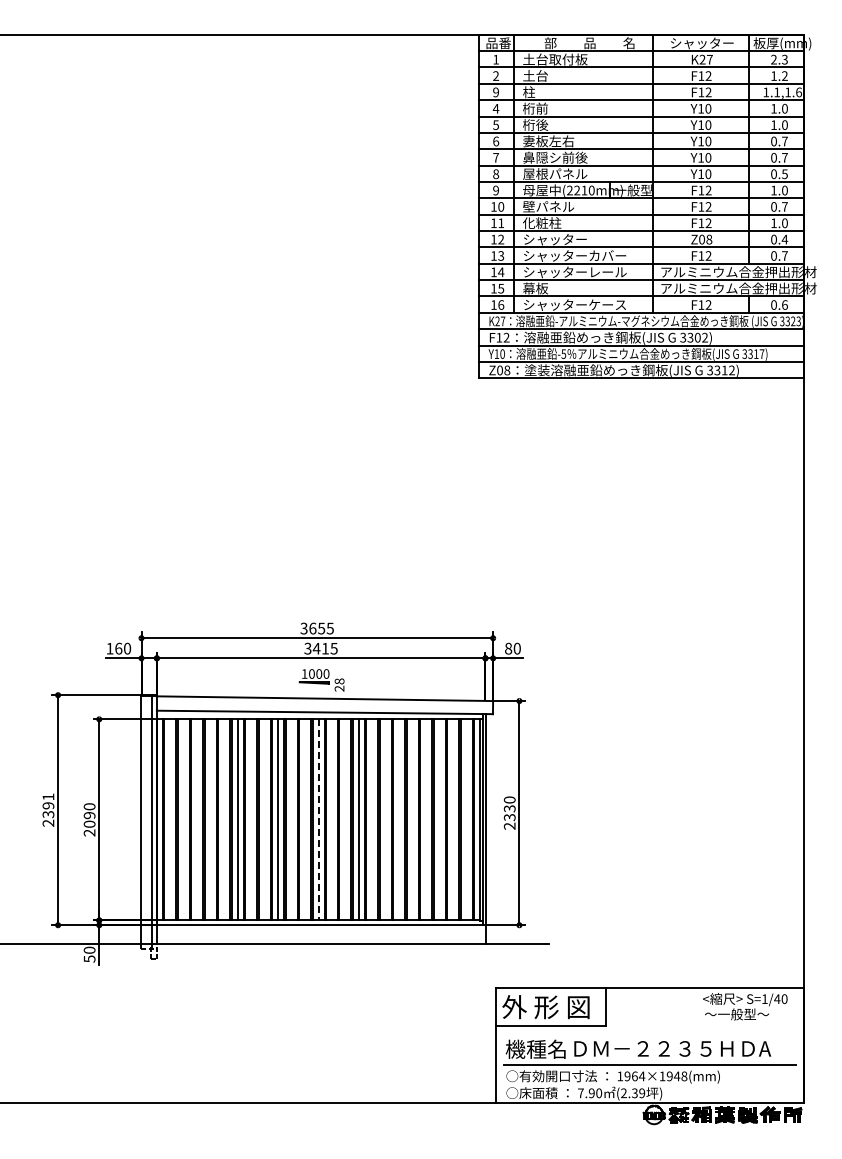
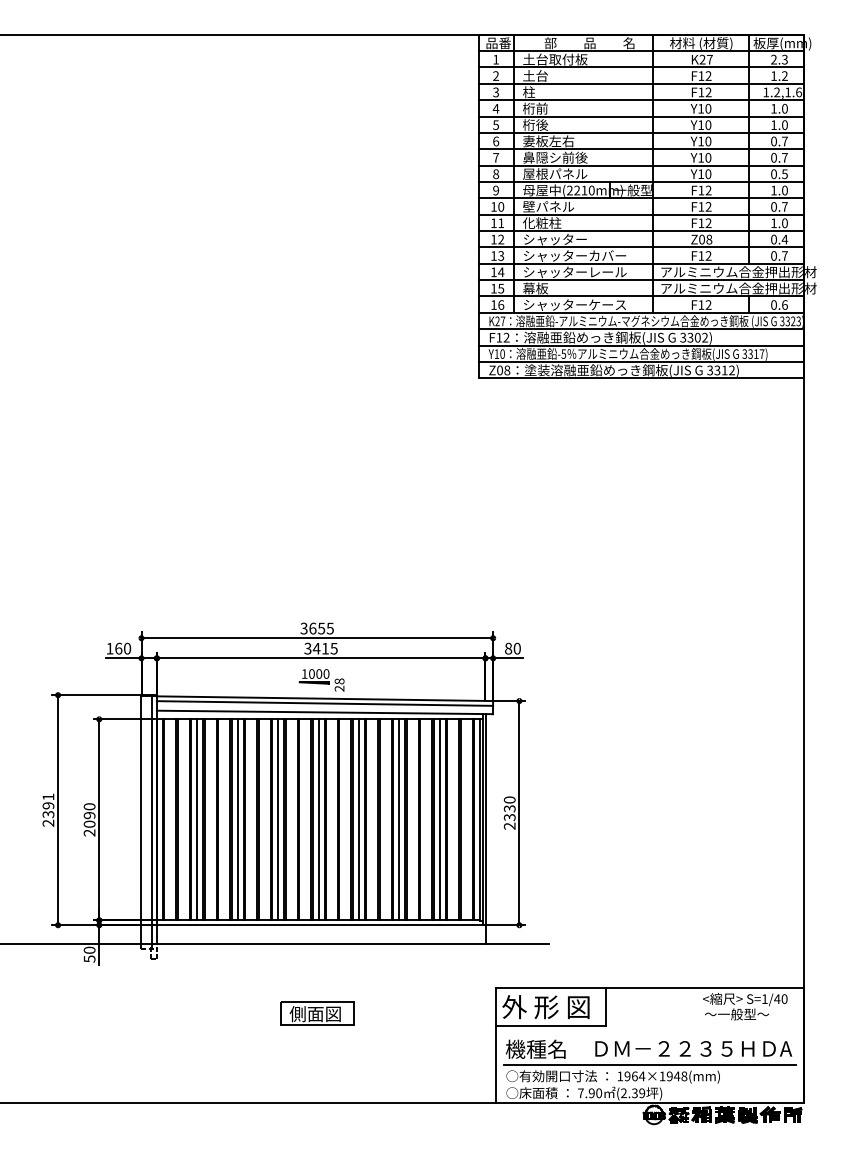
text at (701, 43): シャッター -> 材料 (材質)
text at (495, 92): 9 -> 3
text at (777, 92): 1.1,1.6 -> 1.2,1.6
line at (324, 703): none -> present
line at (197, 819): none -> present
line at (318, 819): dashed -> solid
line at (399, 819): none -> present
line at (439, 819): none -> present
part at (317, 1013): none -> present
text at (672, 1048) position: (672, 1048) -> (693, 1048)
